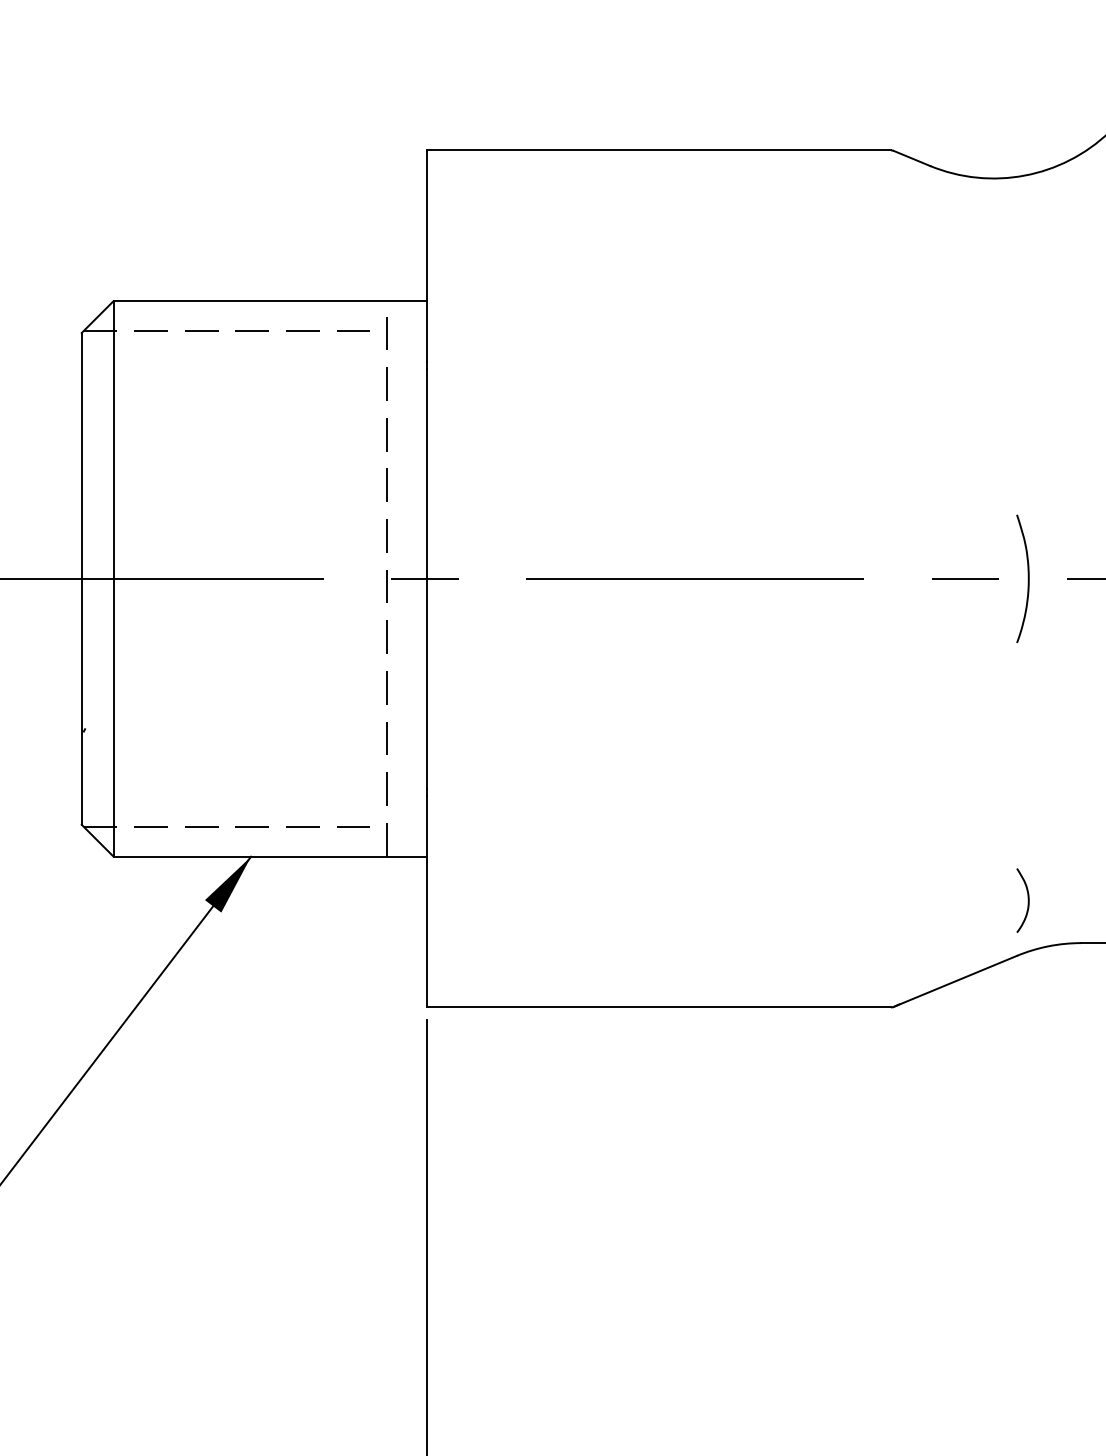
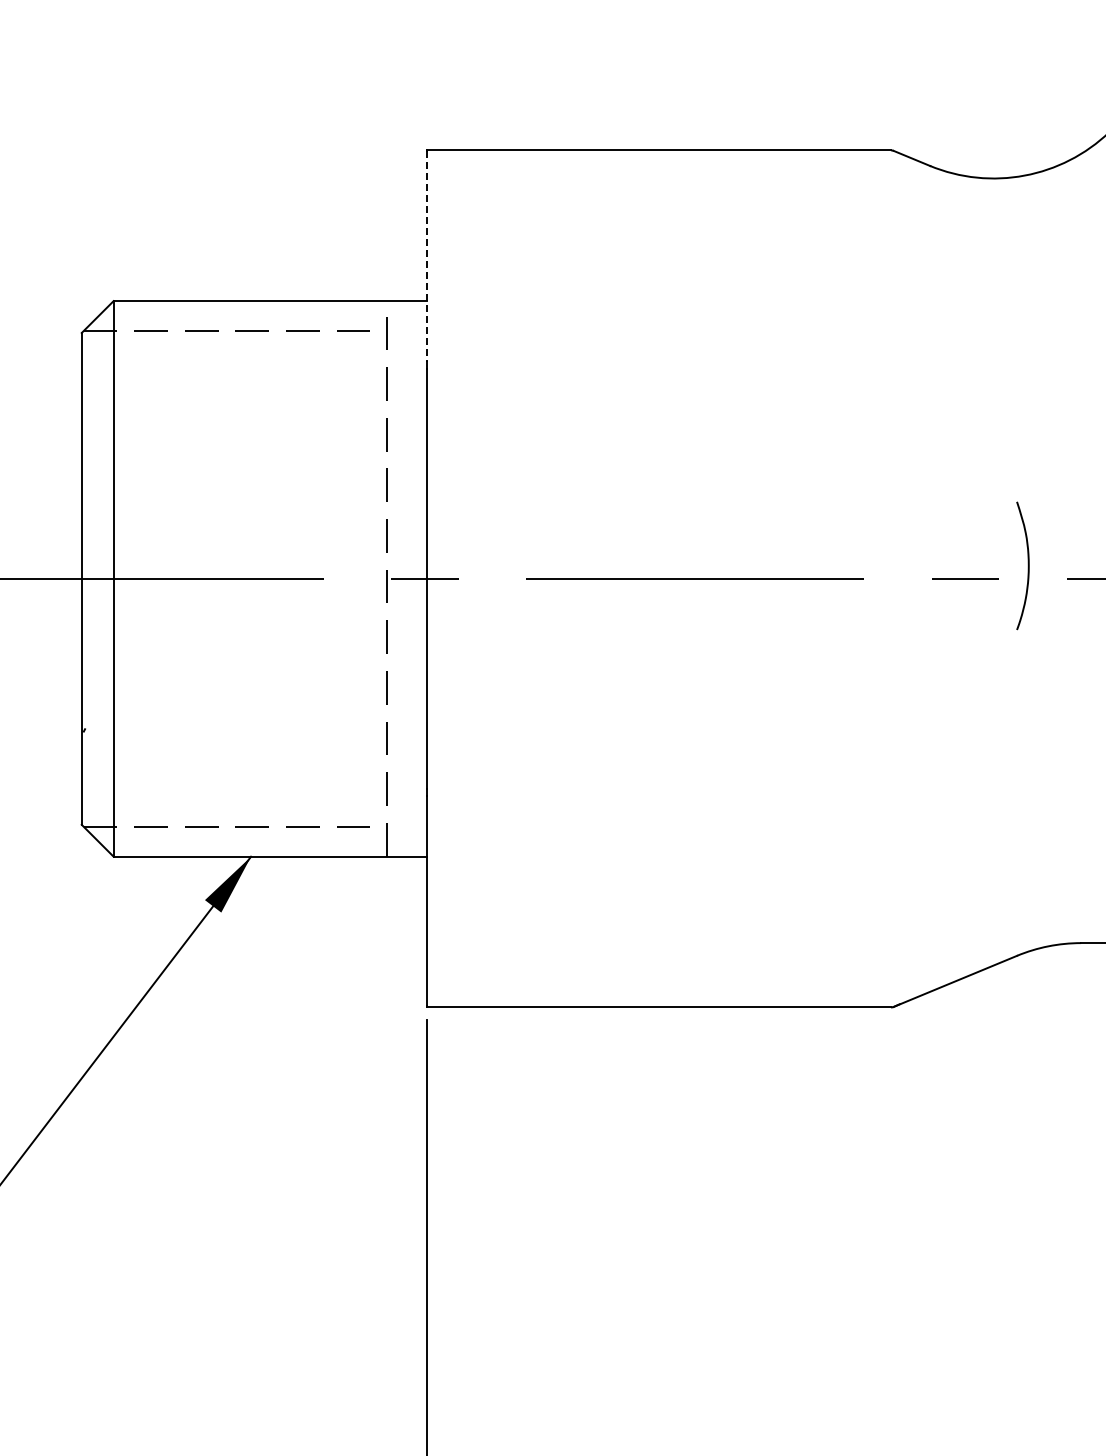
line at (427, 257): solid -> dashed
curve at (1027, 578) position: (1027, 578) -> (1027, 565)
curve at (1027, 900): present -> none
